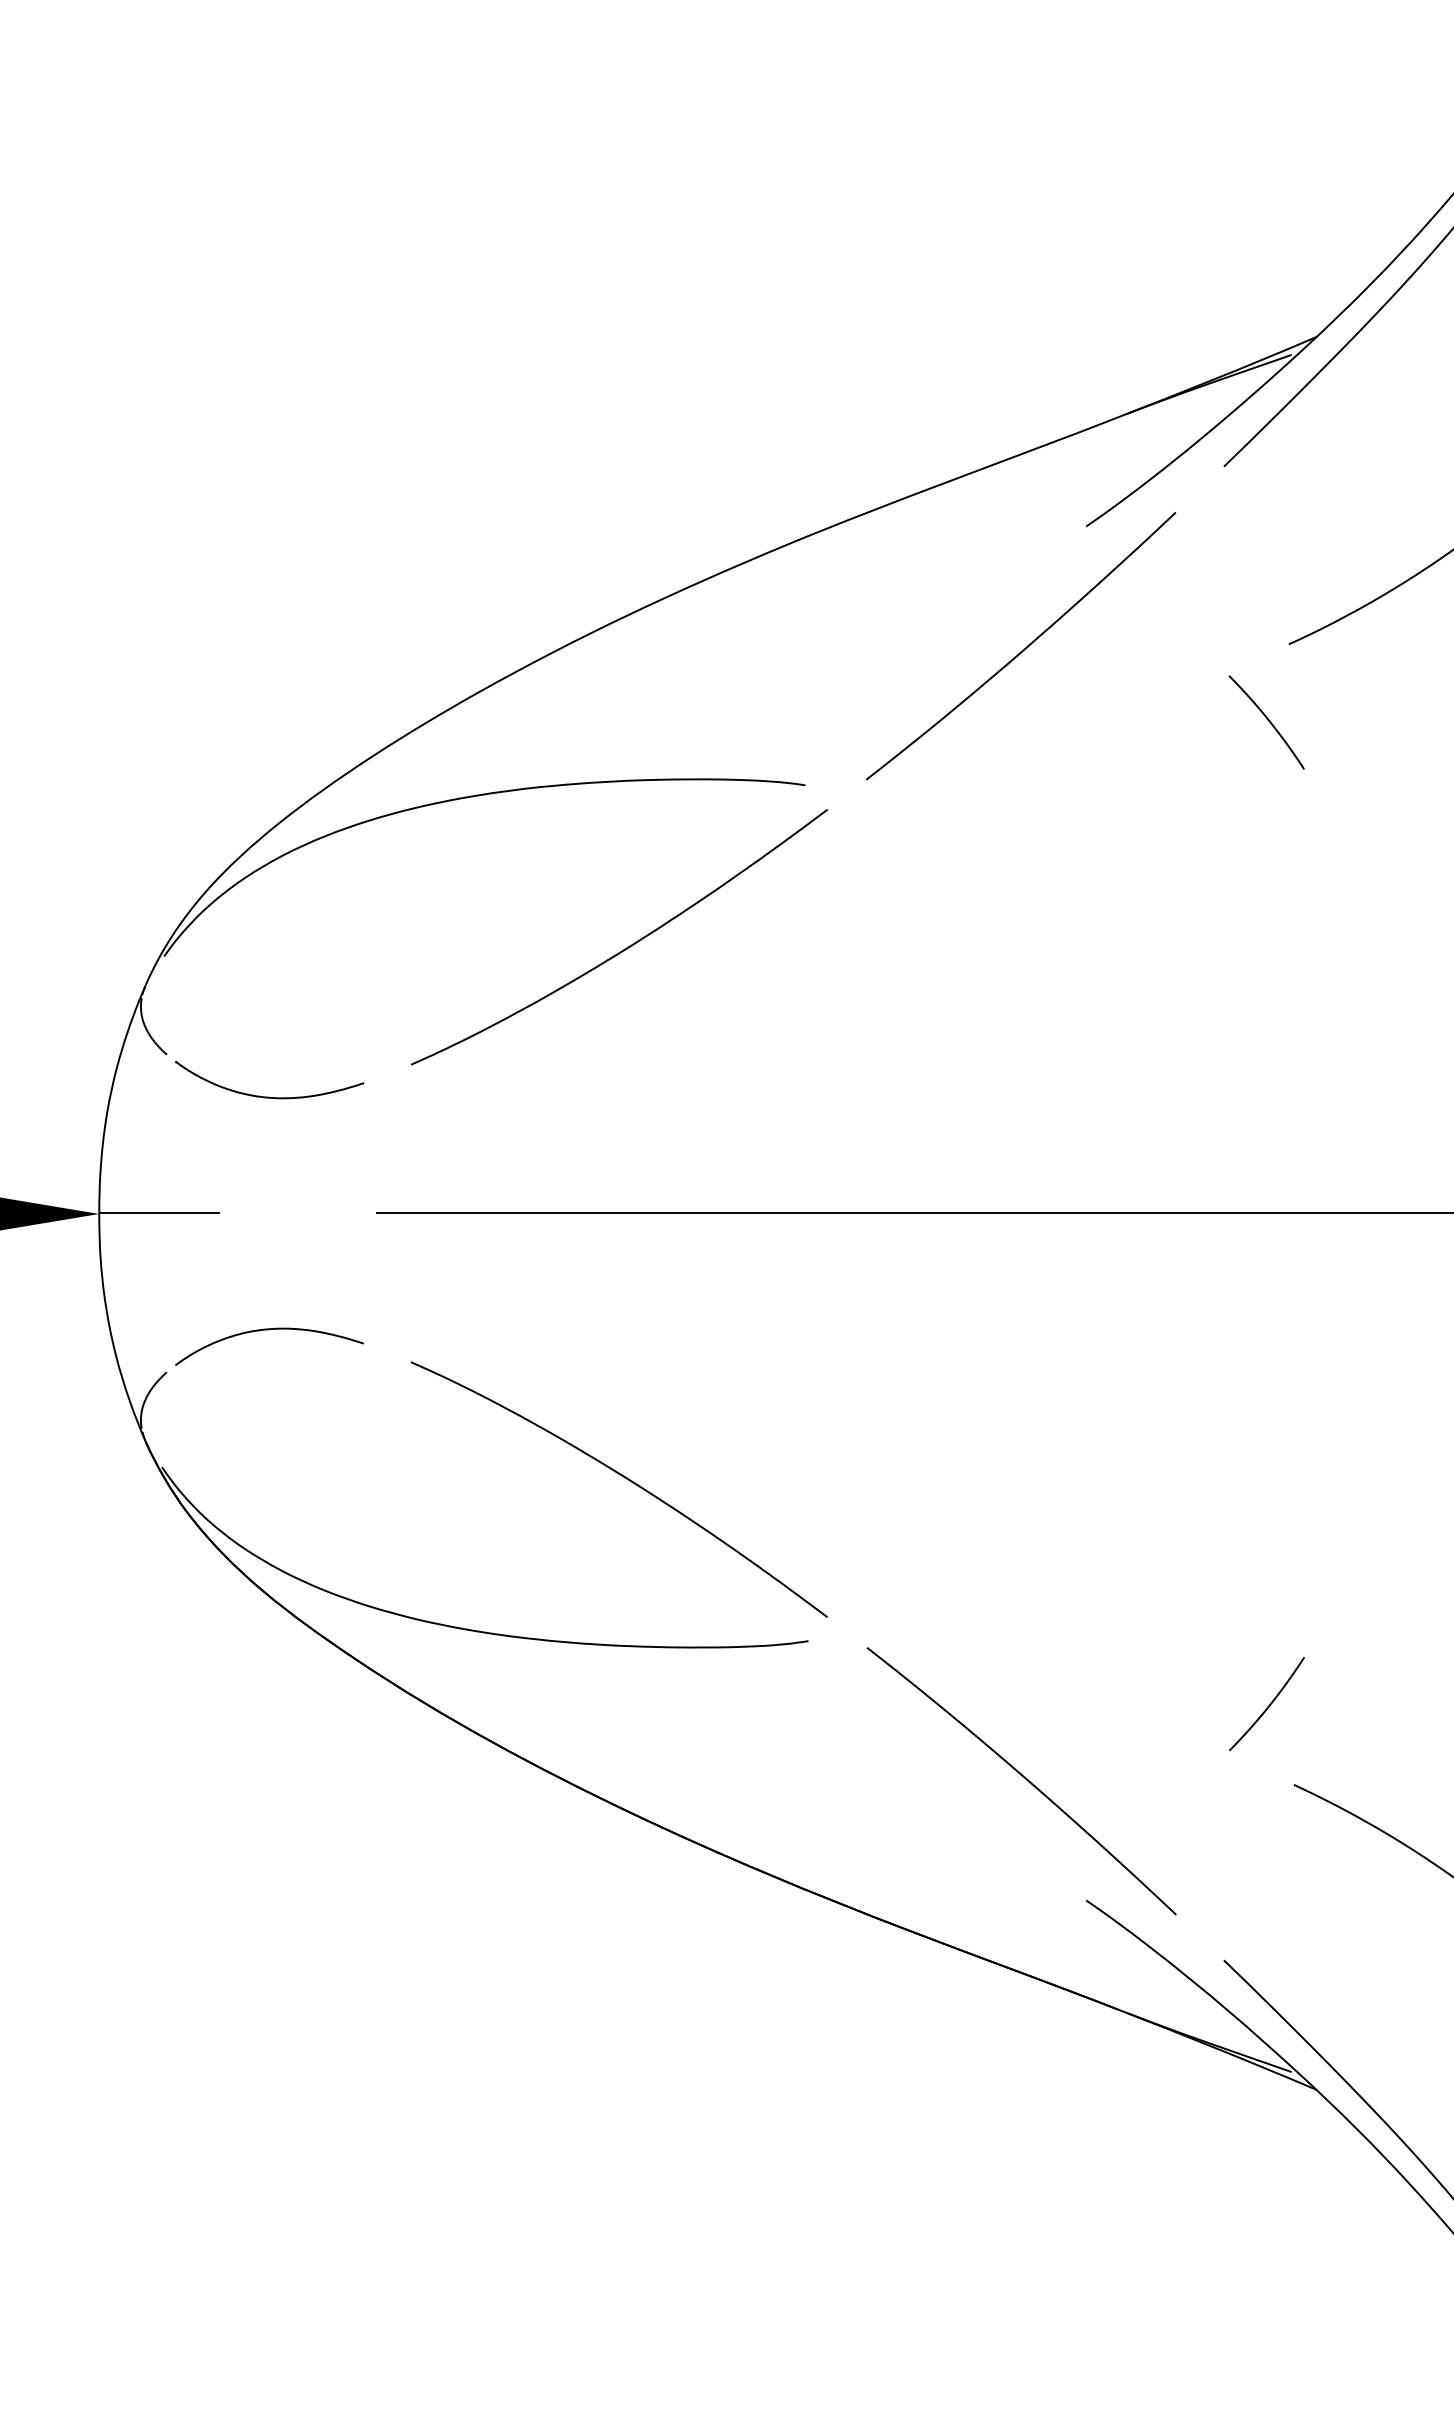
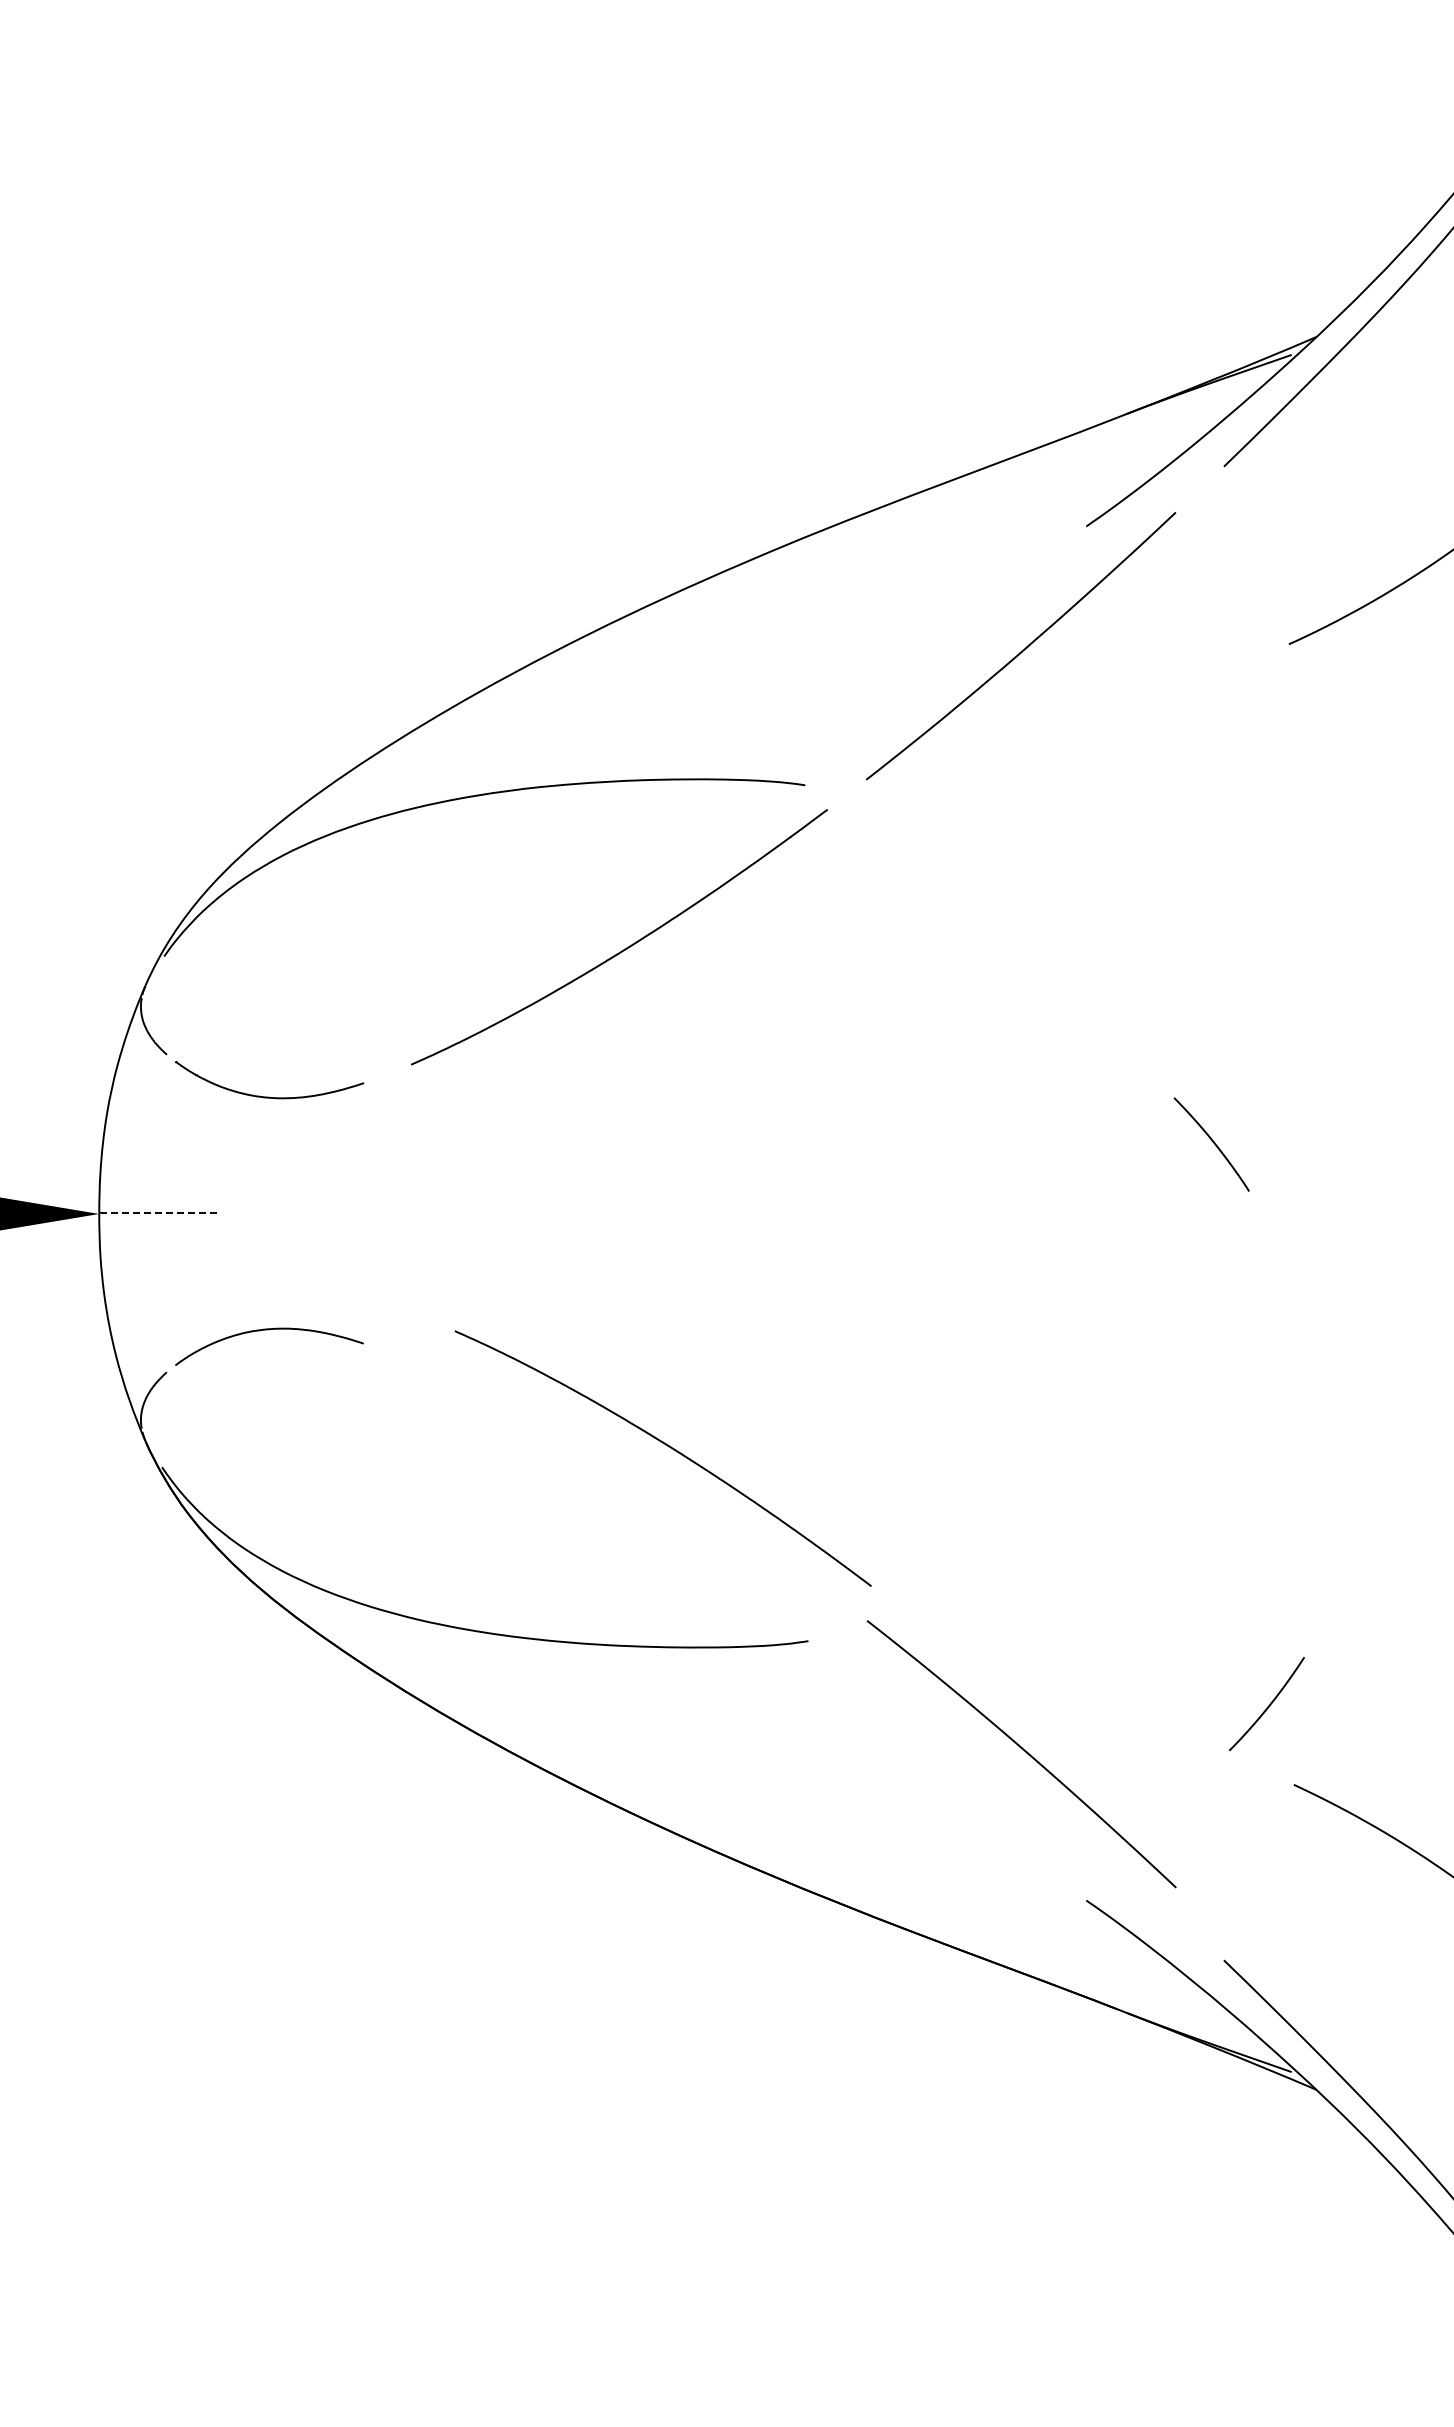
curve at (1267, 720) position: (1267, 720) -> (1212, 1142)
line at (159, 1213): solid -> dashed
line at (913, 1213): present -> none
curve at (626, 1479) position: (626, 1479) -> (670, 1448)
curve at (1024, 1778) position: (1024, 1778) -> (1024, 1751)
